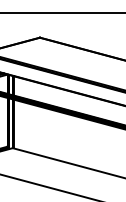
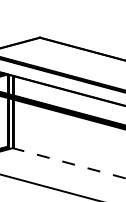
line at (62, 12): present -> none
line at (68, 163): solid -> dashed
